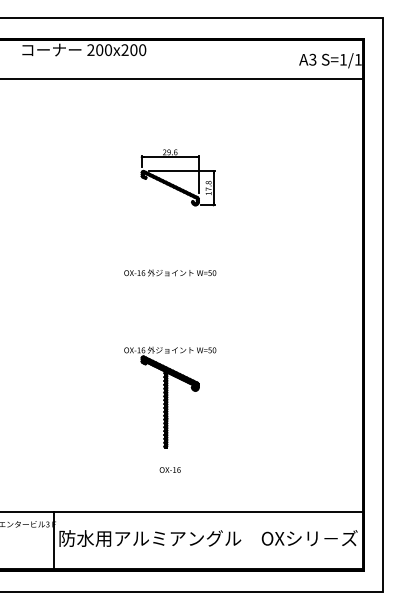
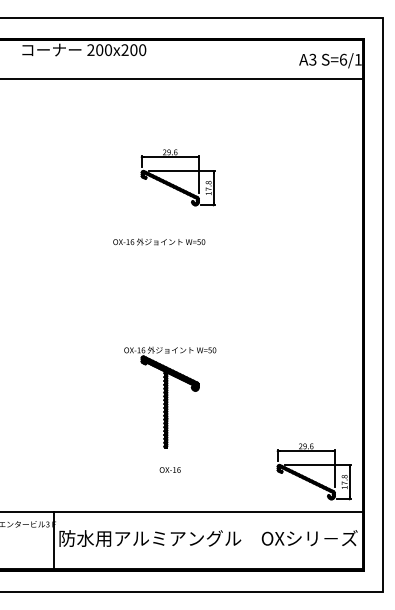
text at (343, 59): S=1/1 -> S=6/1
text at (170, 272) position: (170, 272) -> (159, 241)
part at (313, 471): none -> present
